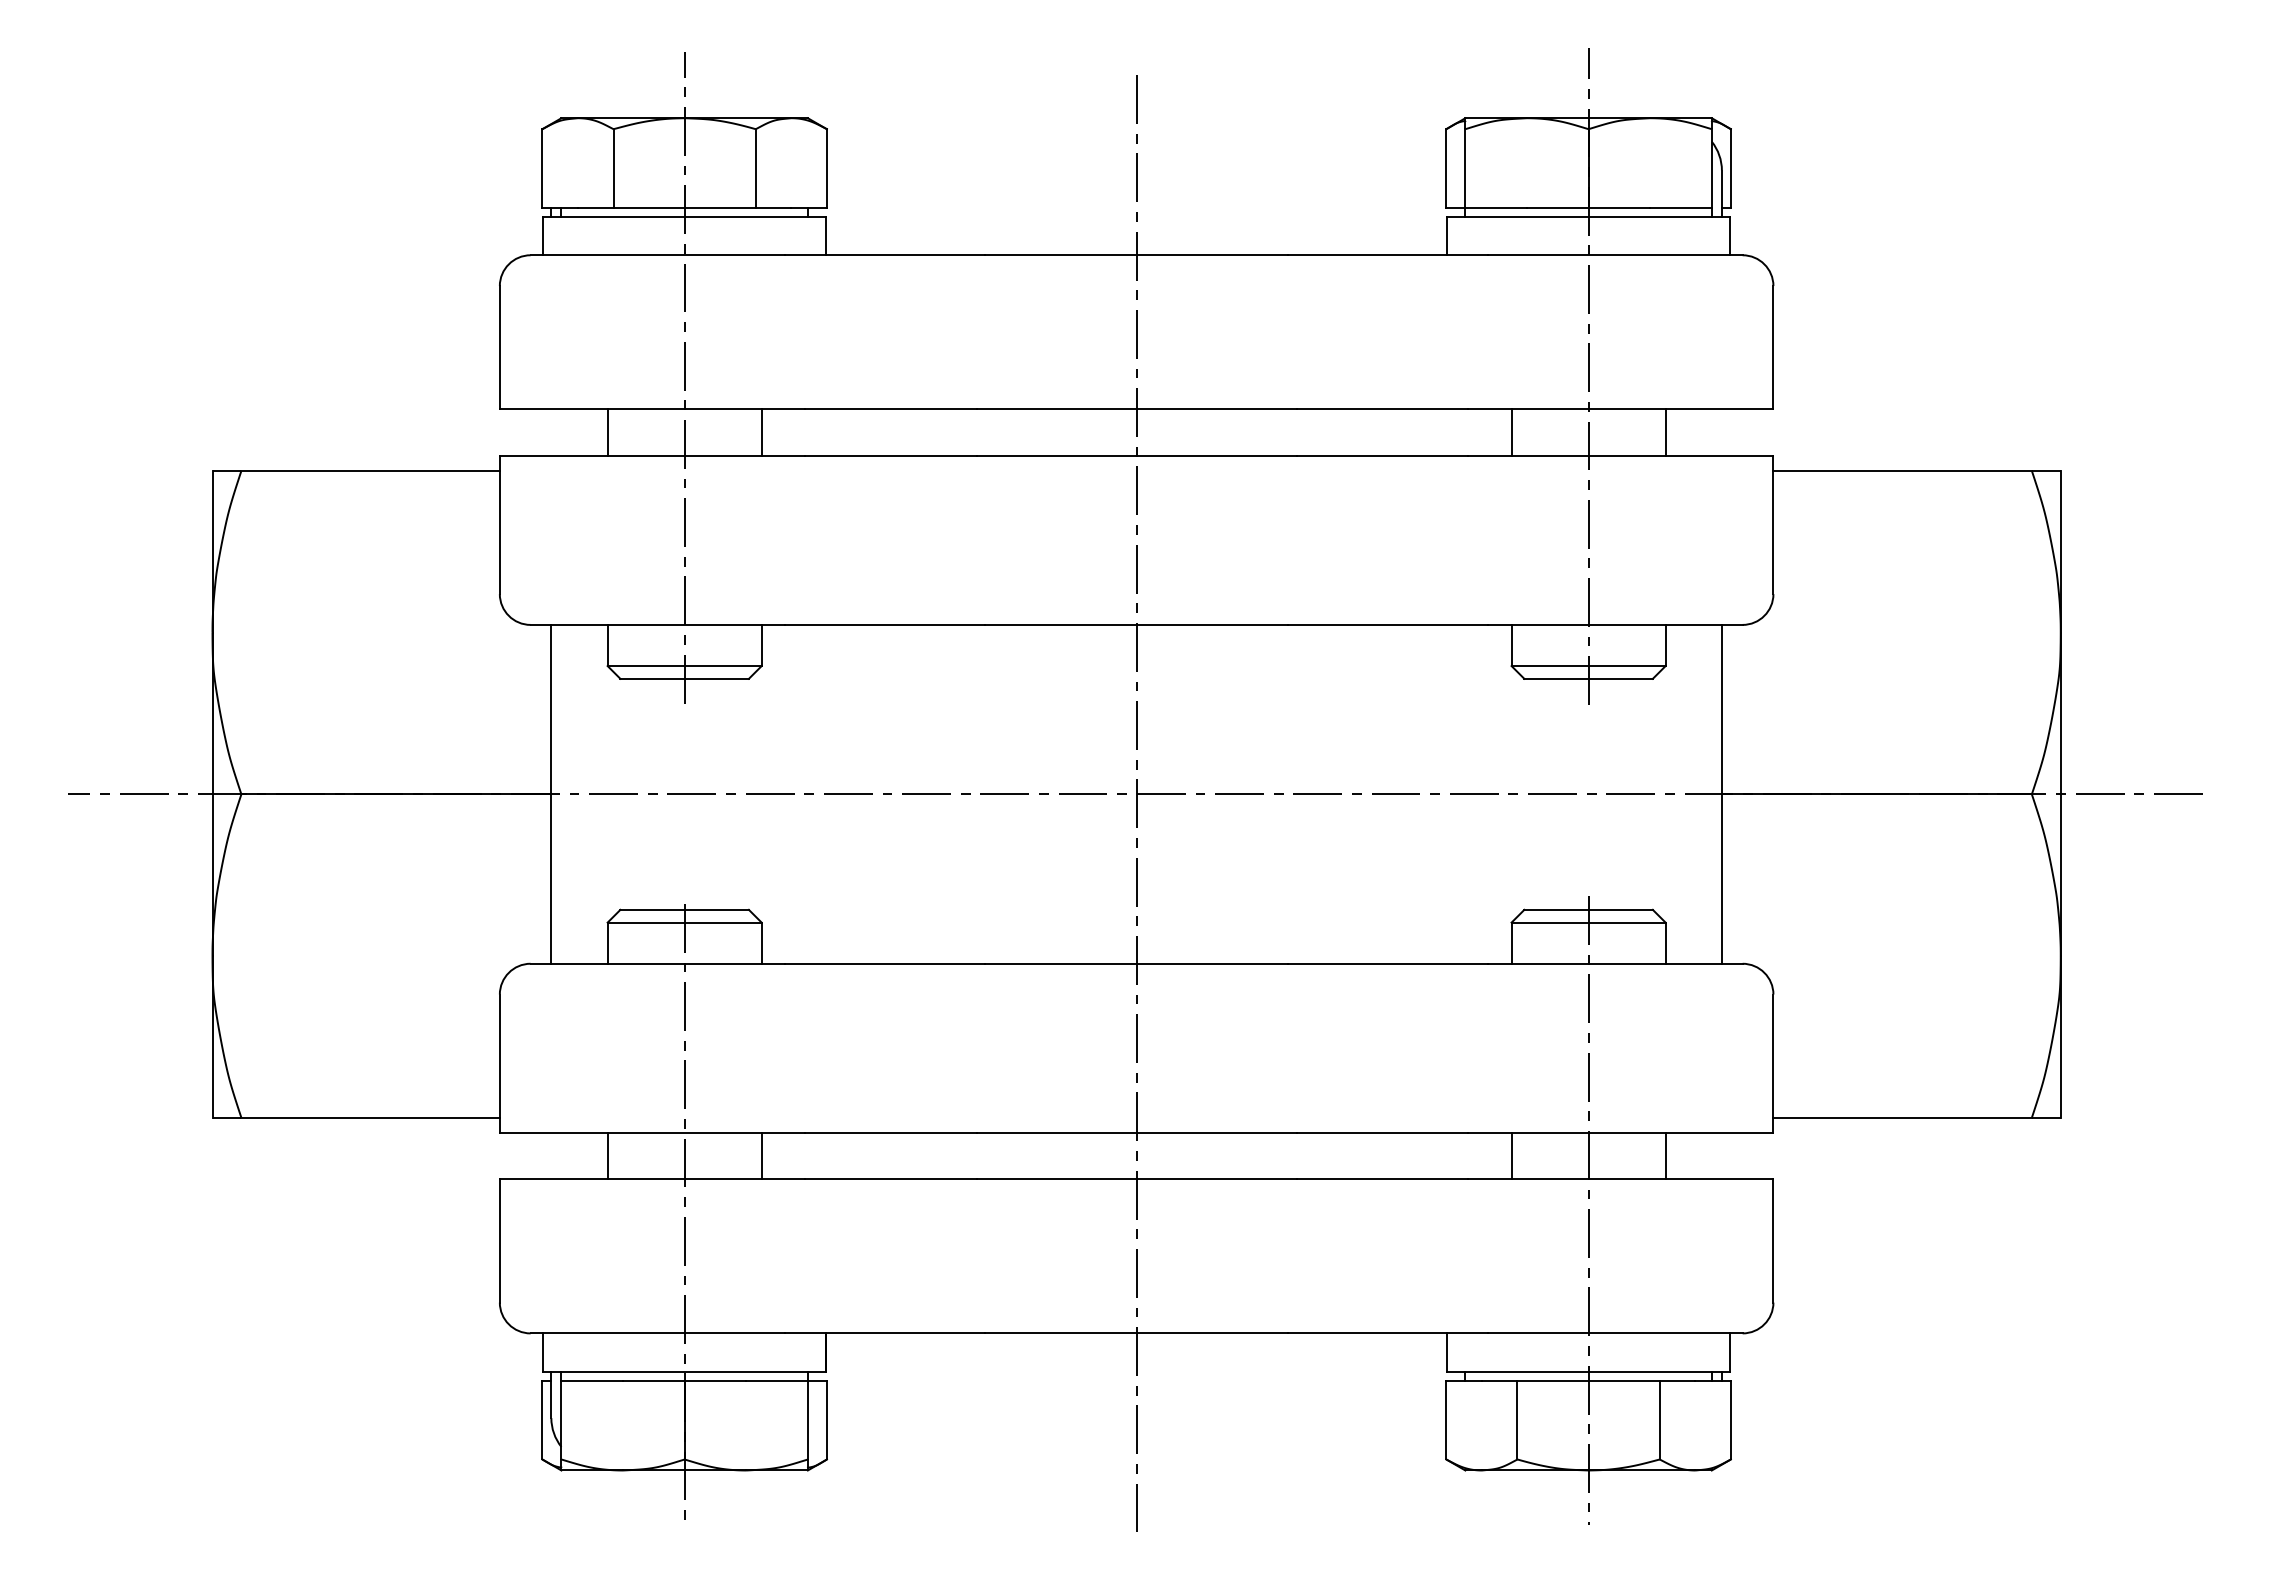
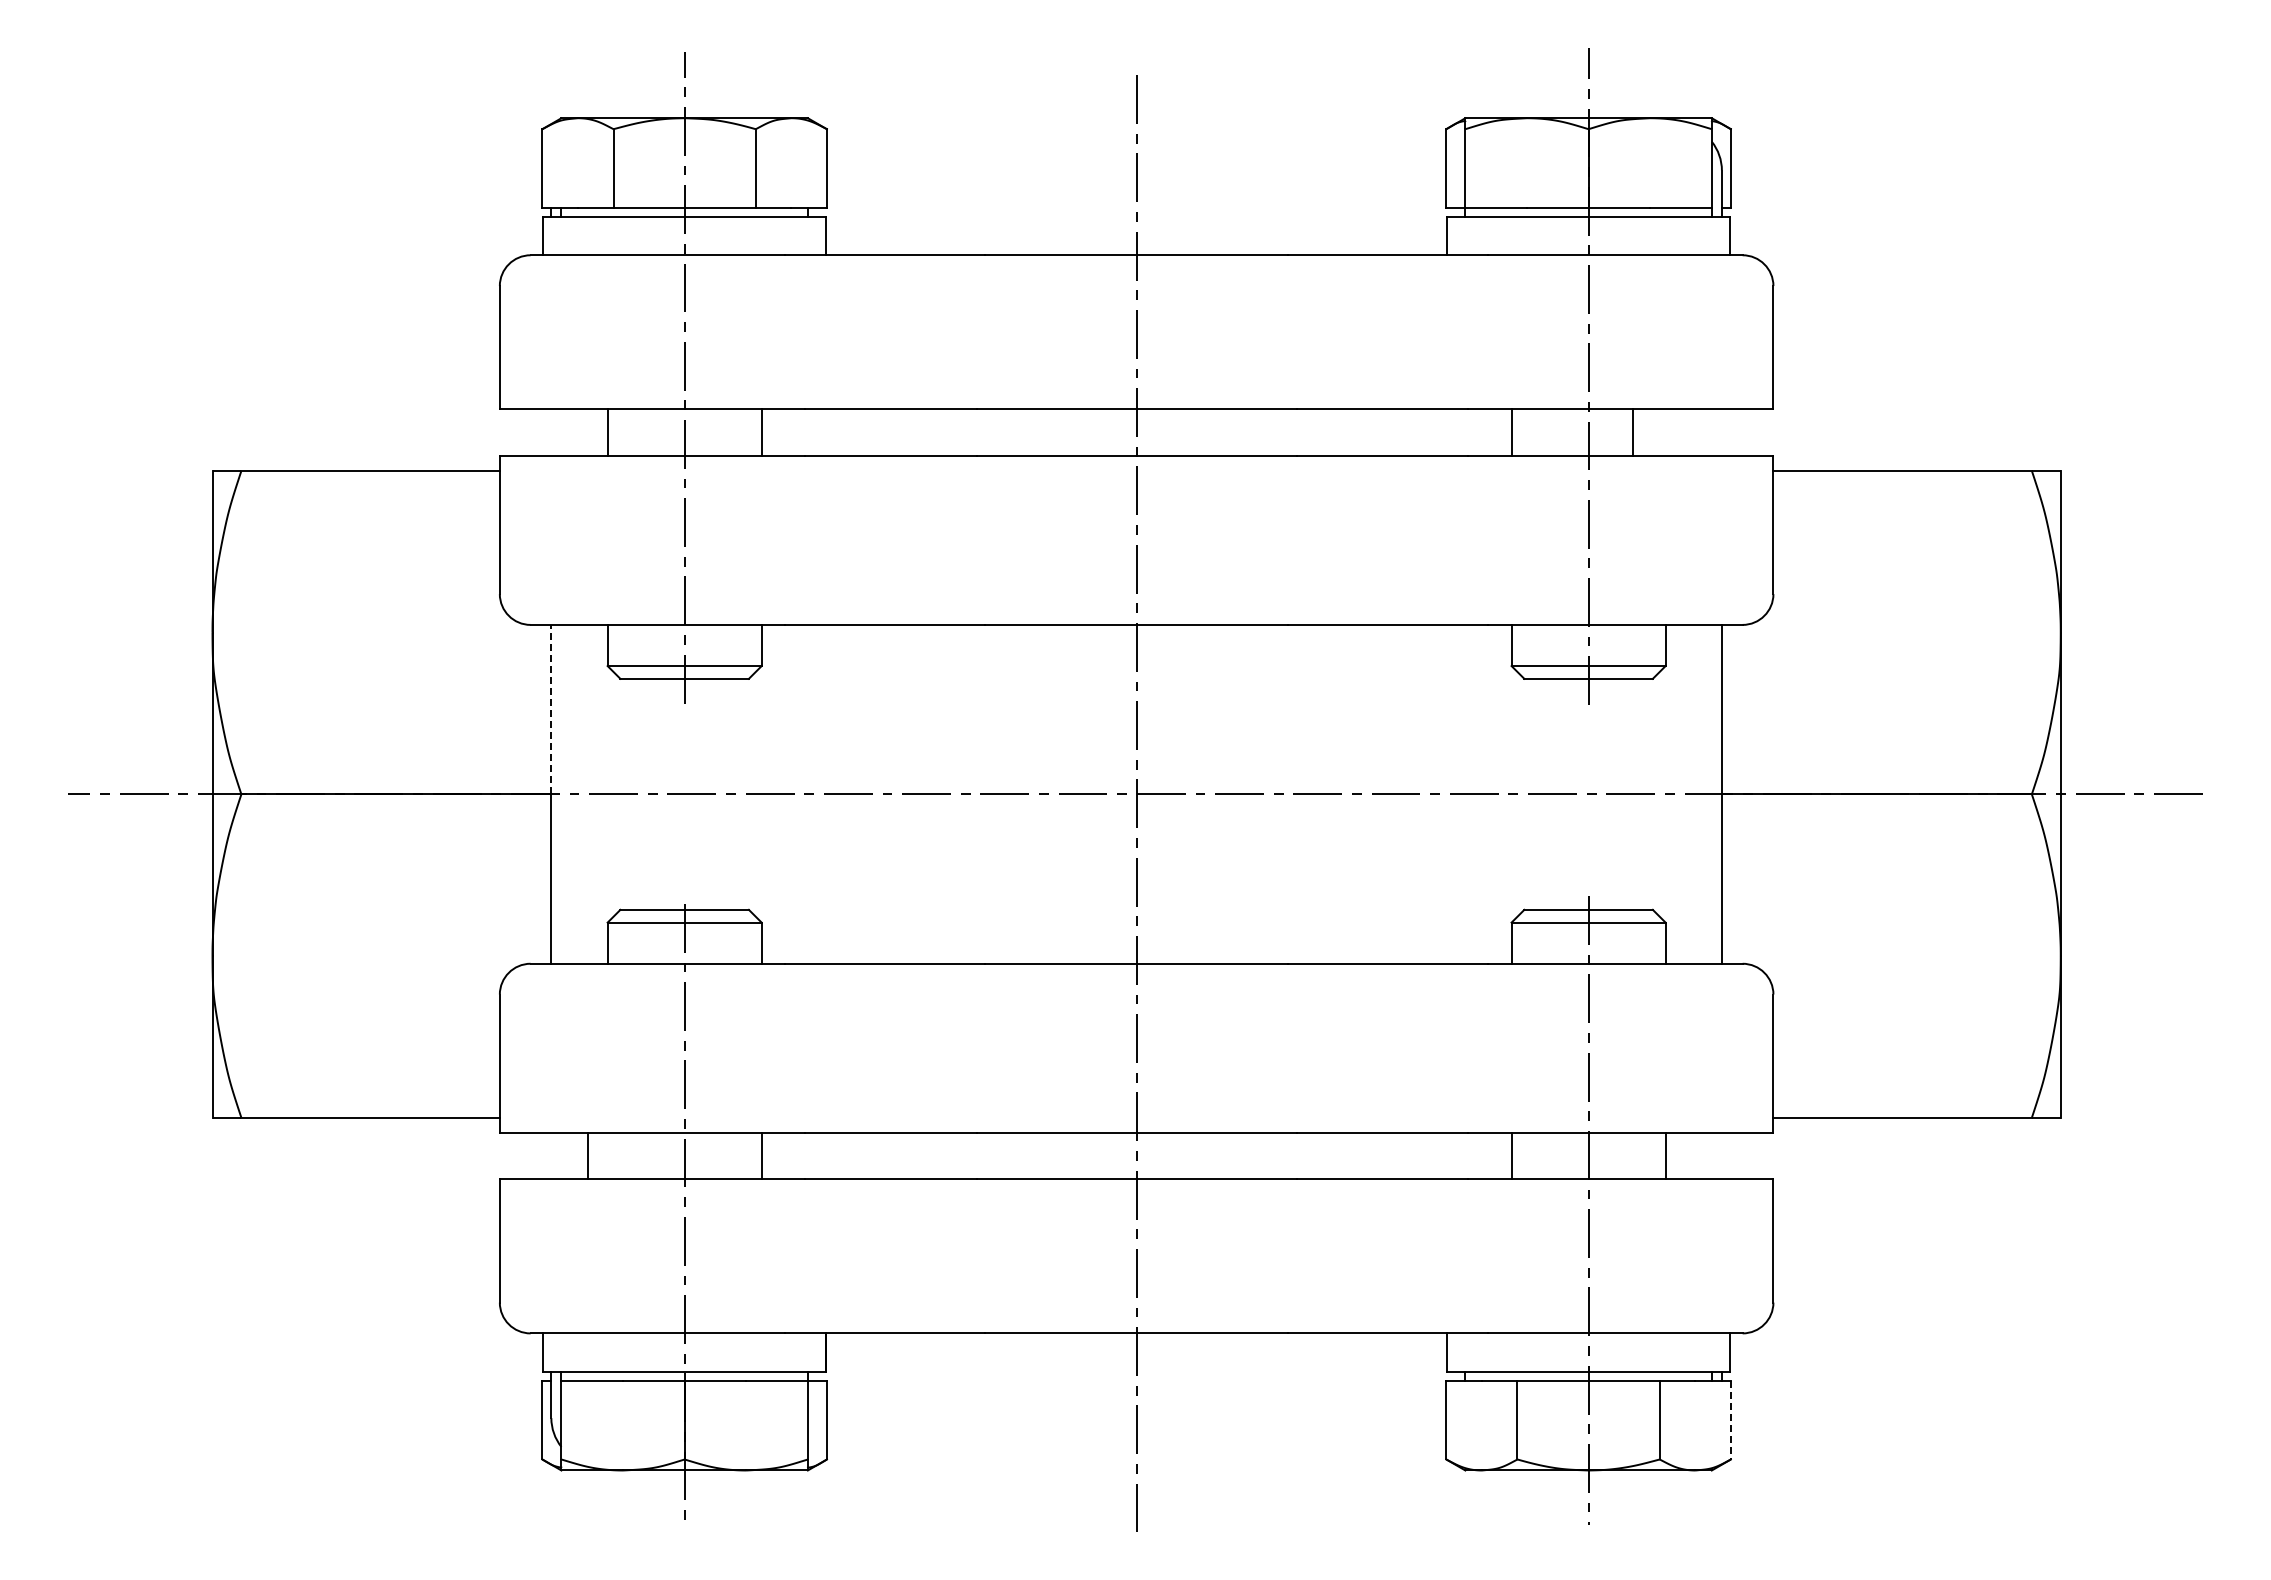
line at (1665, 432) position: (1665, 432) -> (1632, 432)
line at (551, 709): solid -> dashed
line at (607, 1156) position: (607, 1156) -> (587, 1156)
line at (1730, 1420): solid -> dashed
